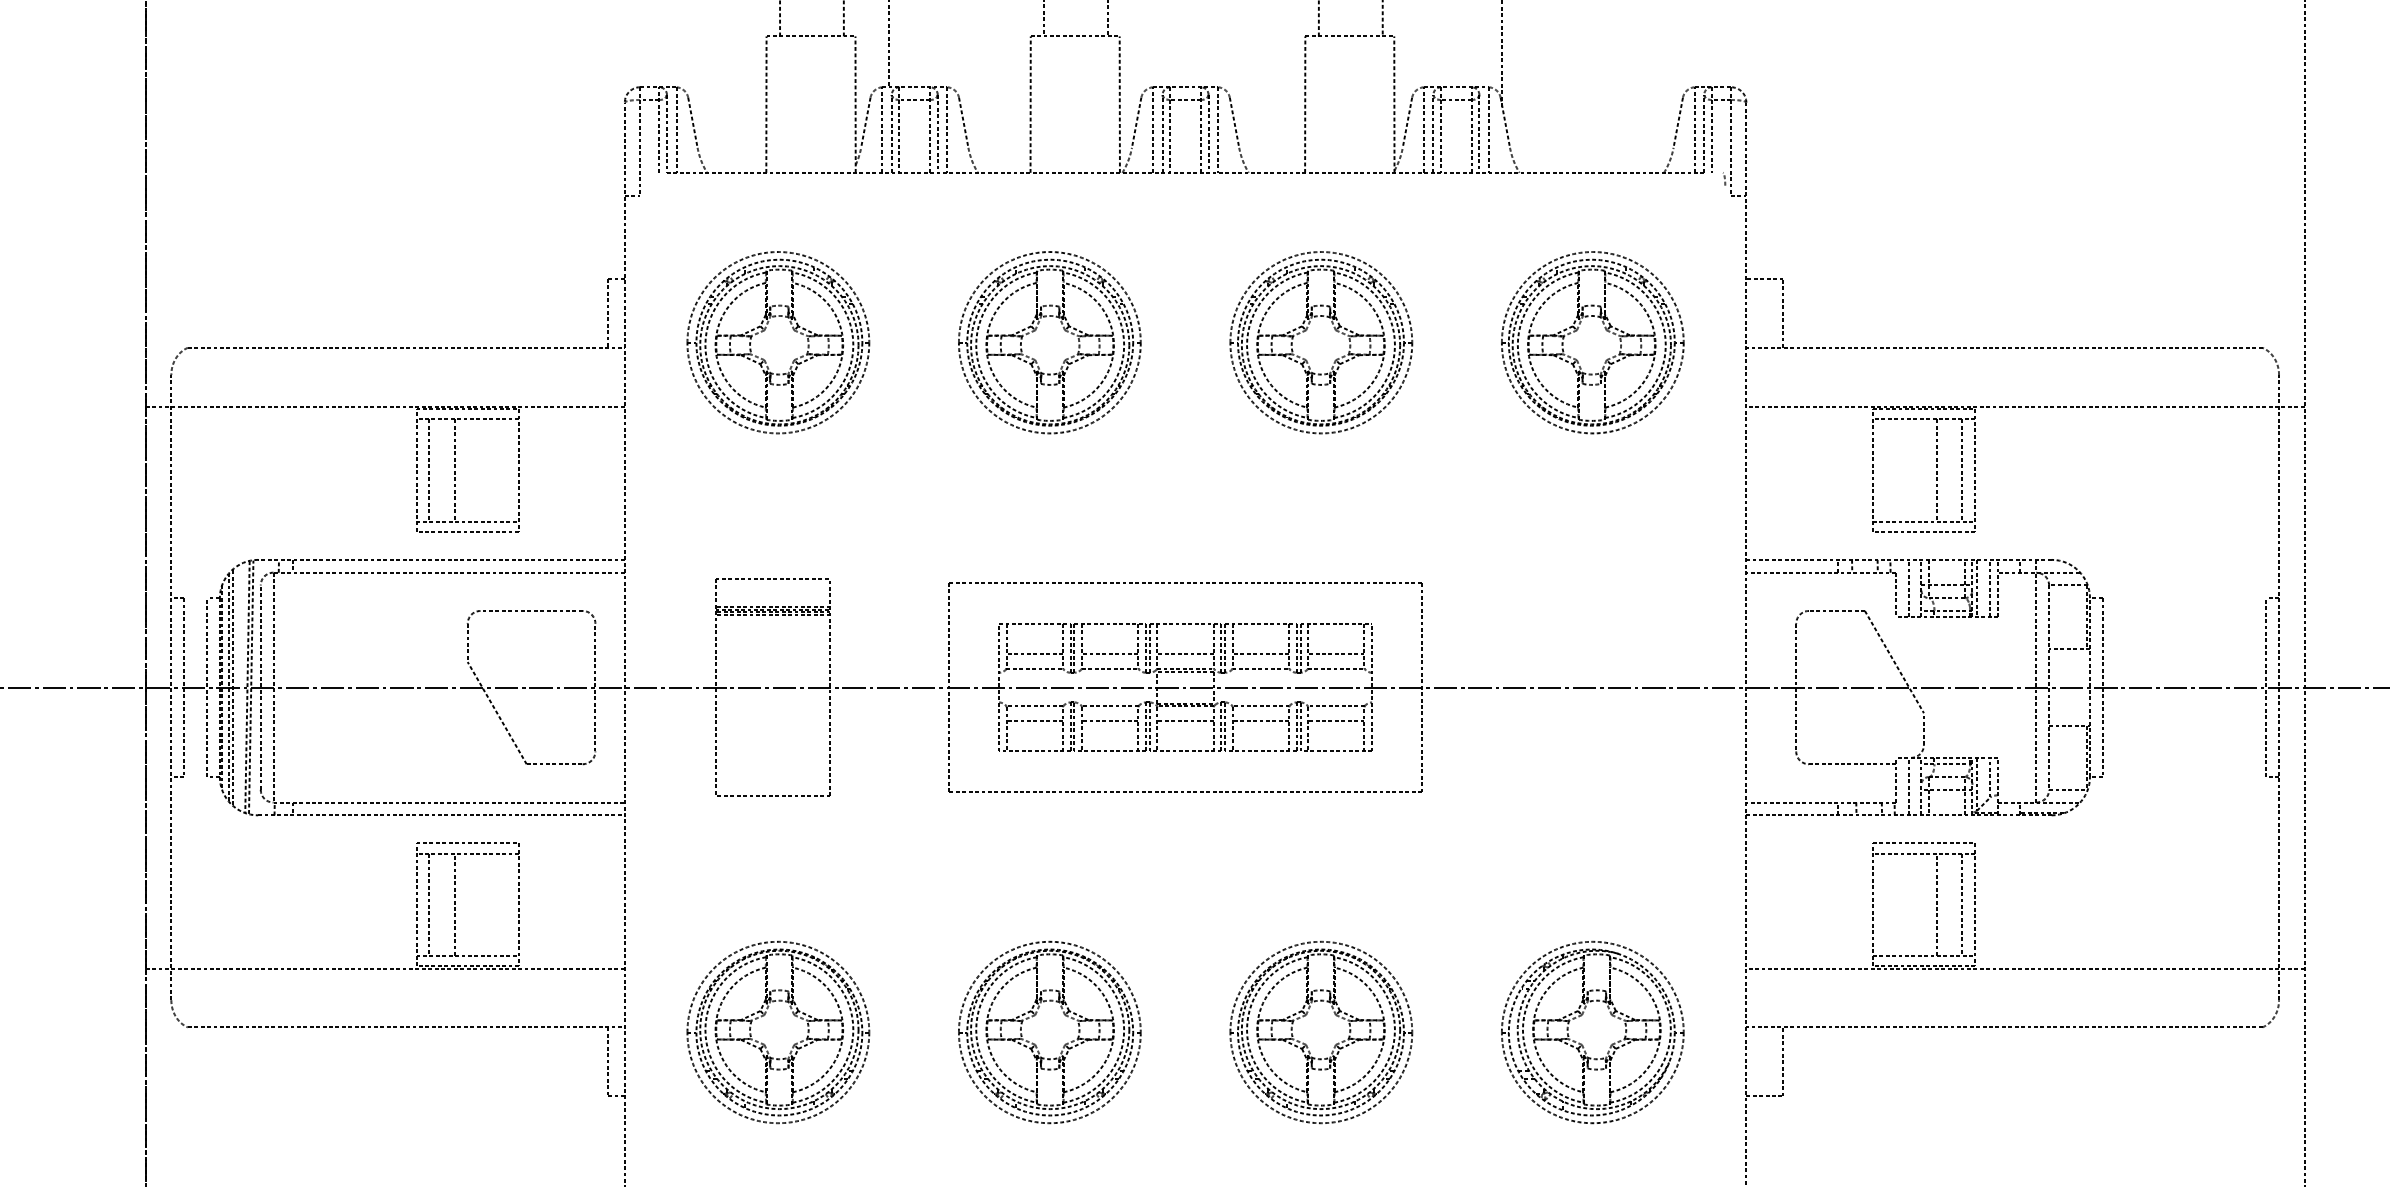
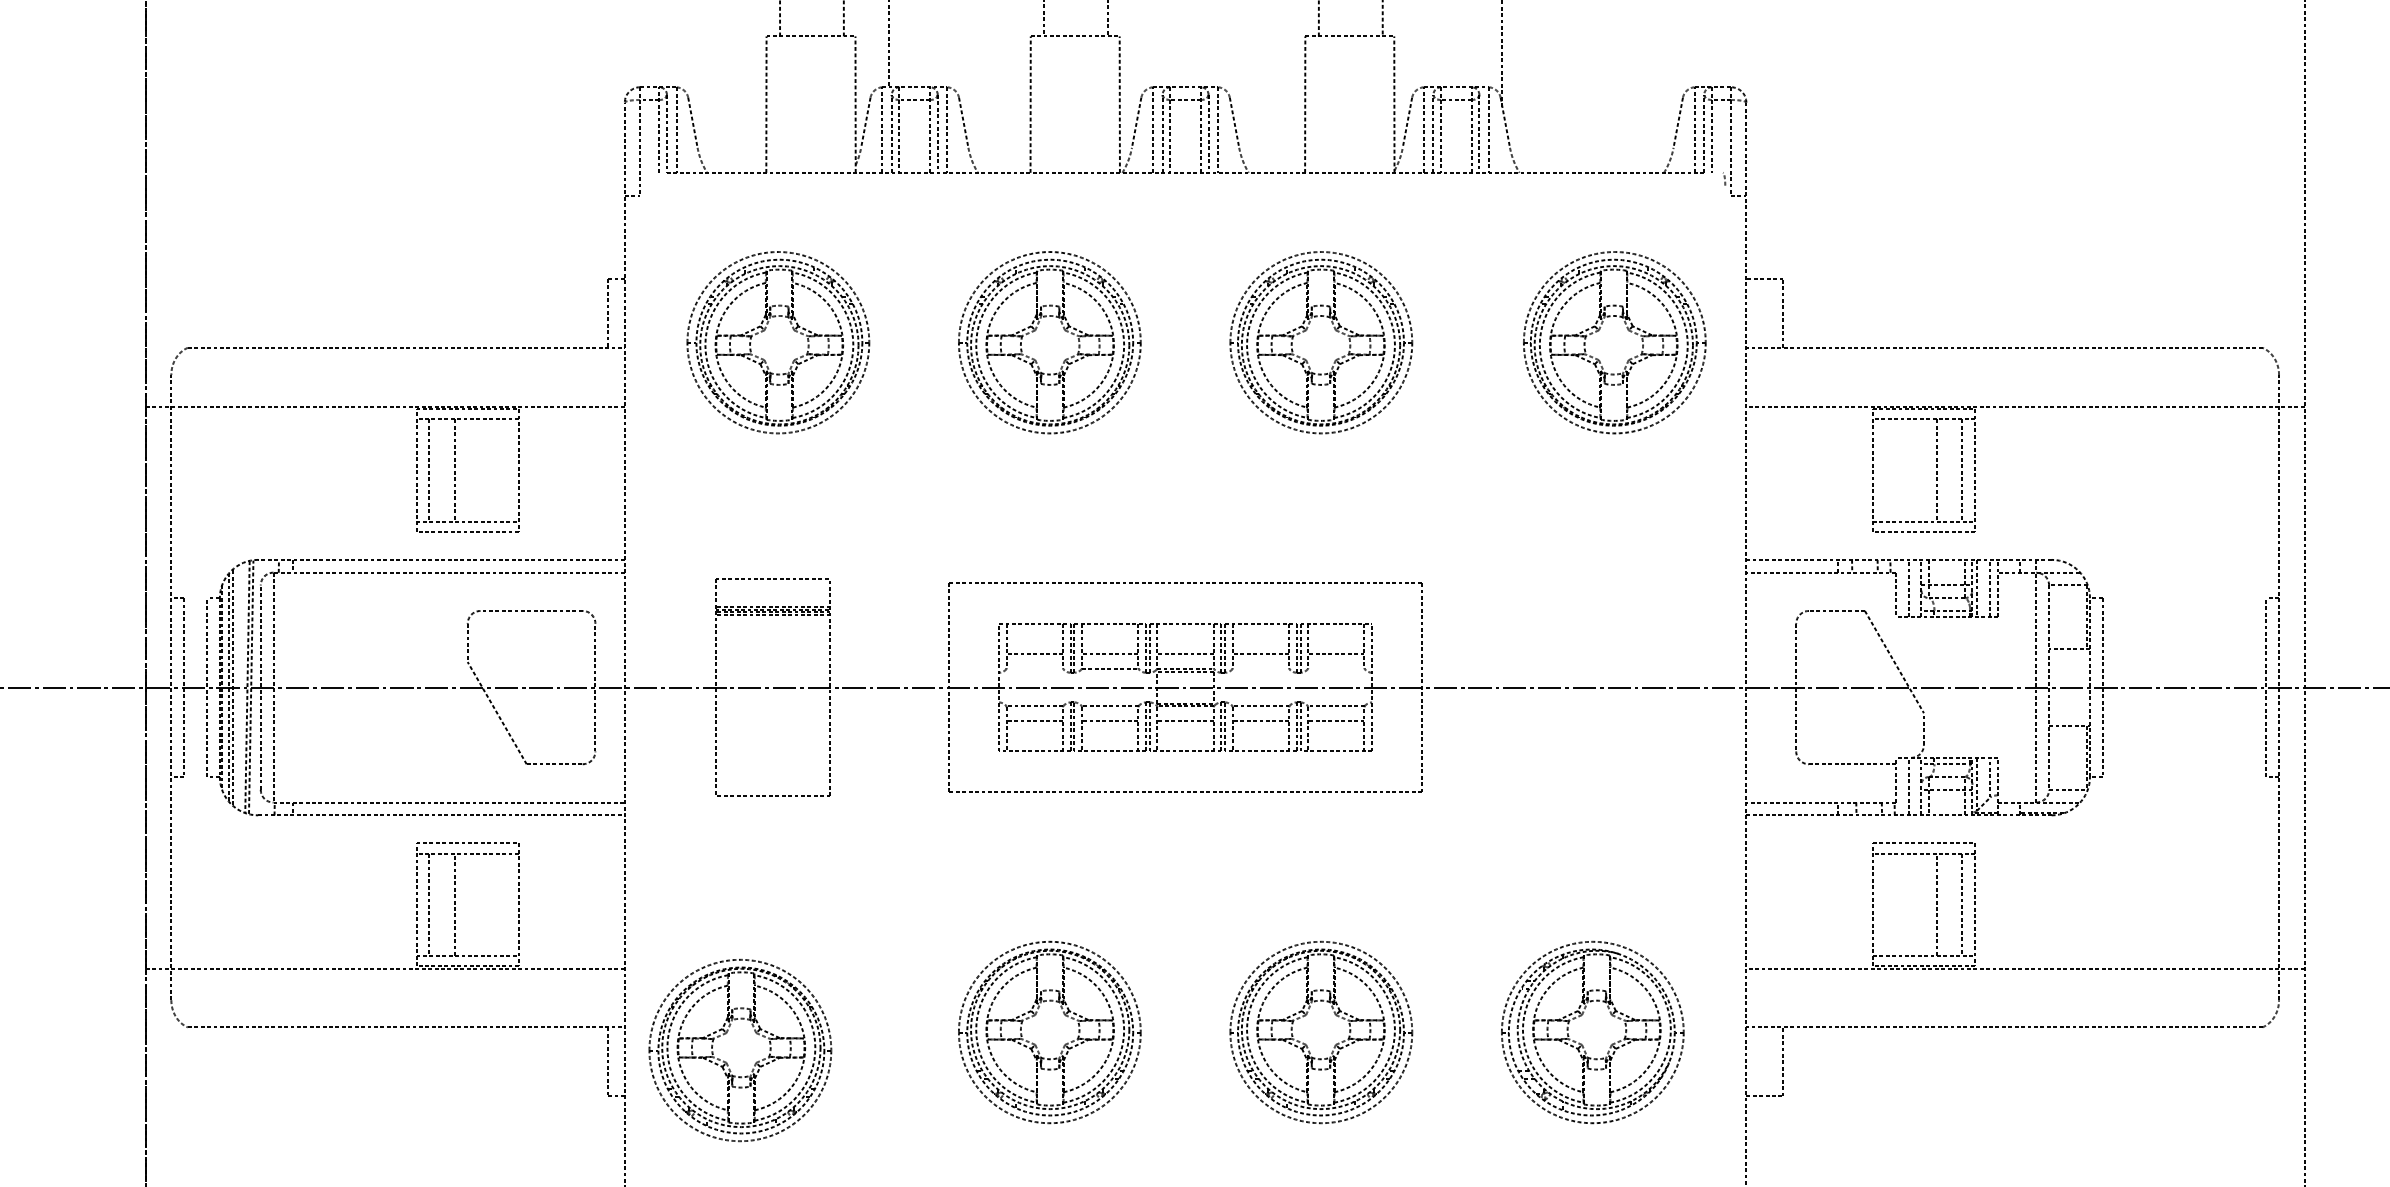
part at (1605, 330) position: (1605, 330) -> (1627, 330)
line at (1034, 669): present -> none
line at (1260, 669): present -> none
line at (1335, 669): present -> none
part at (765, 1044) position: (765, 1044) -> (727, 1062)
